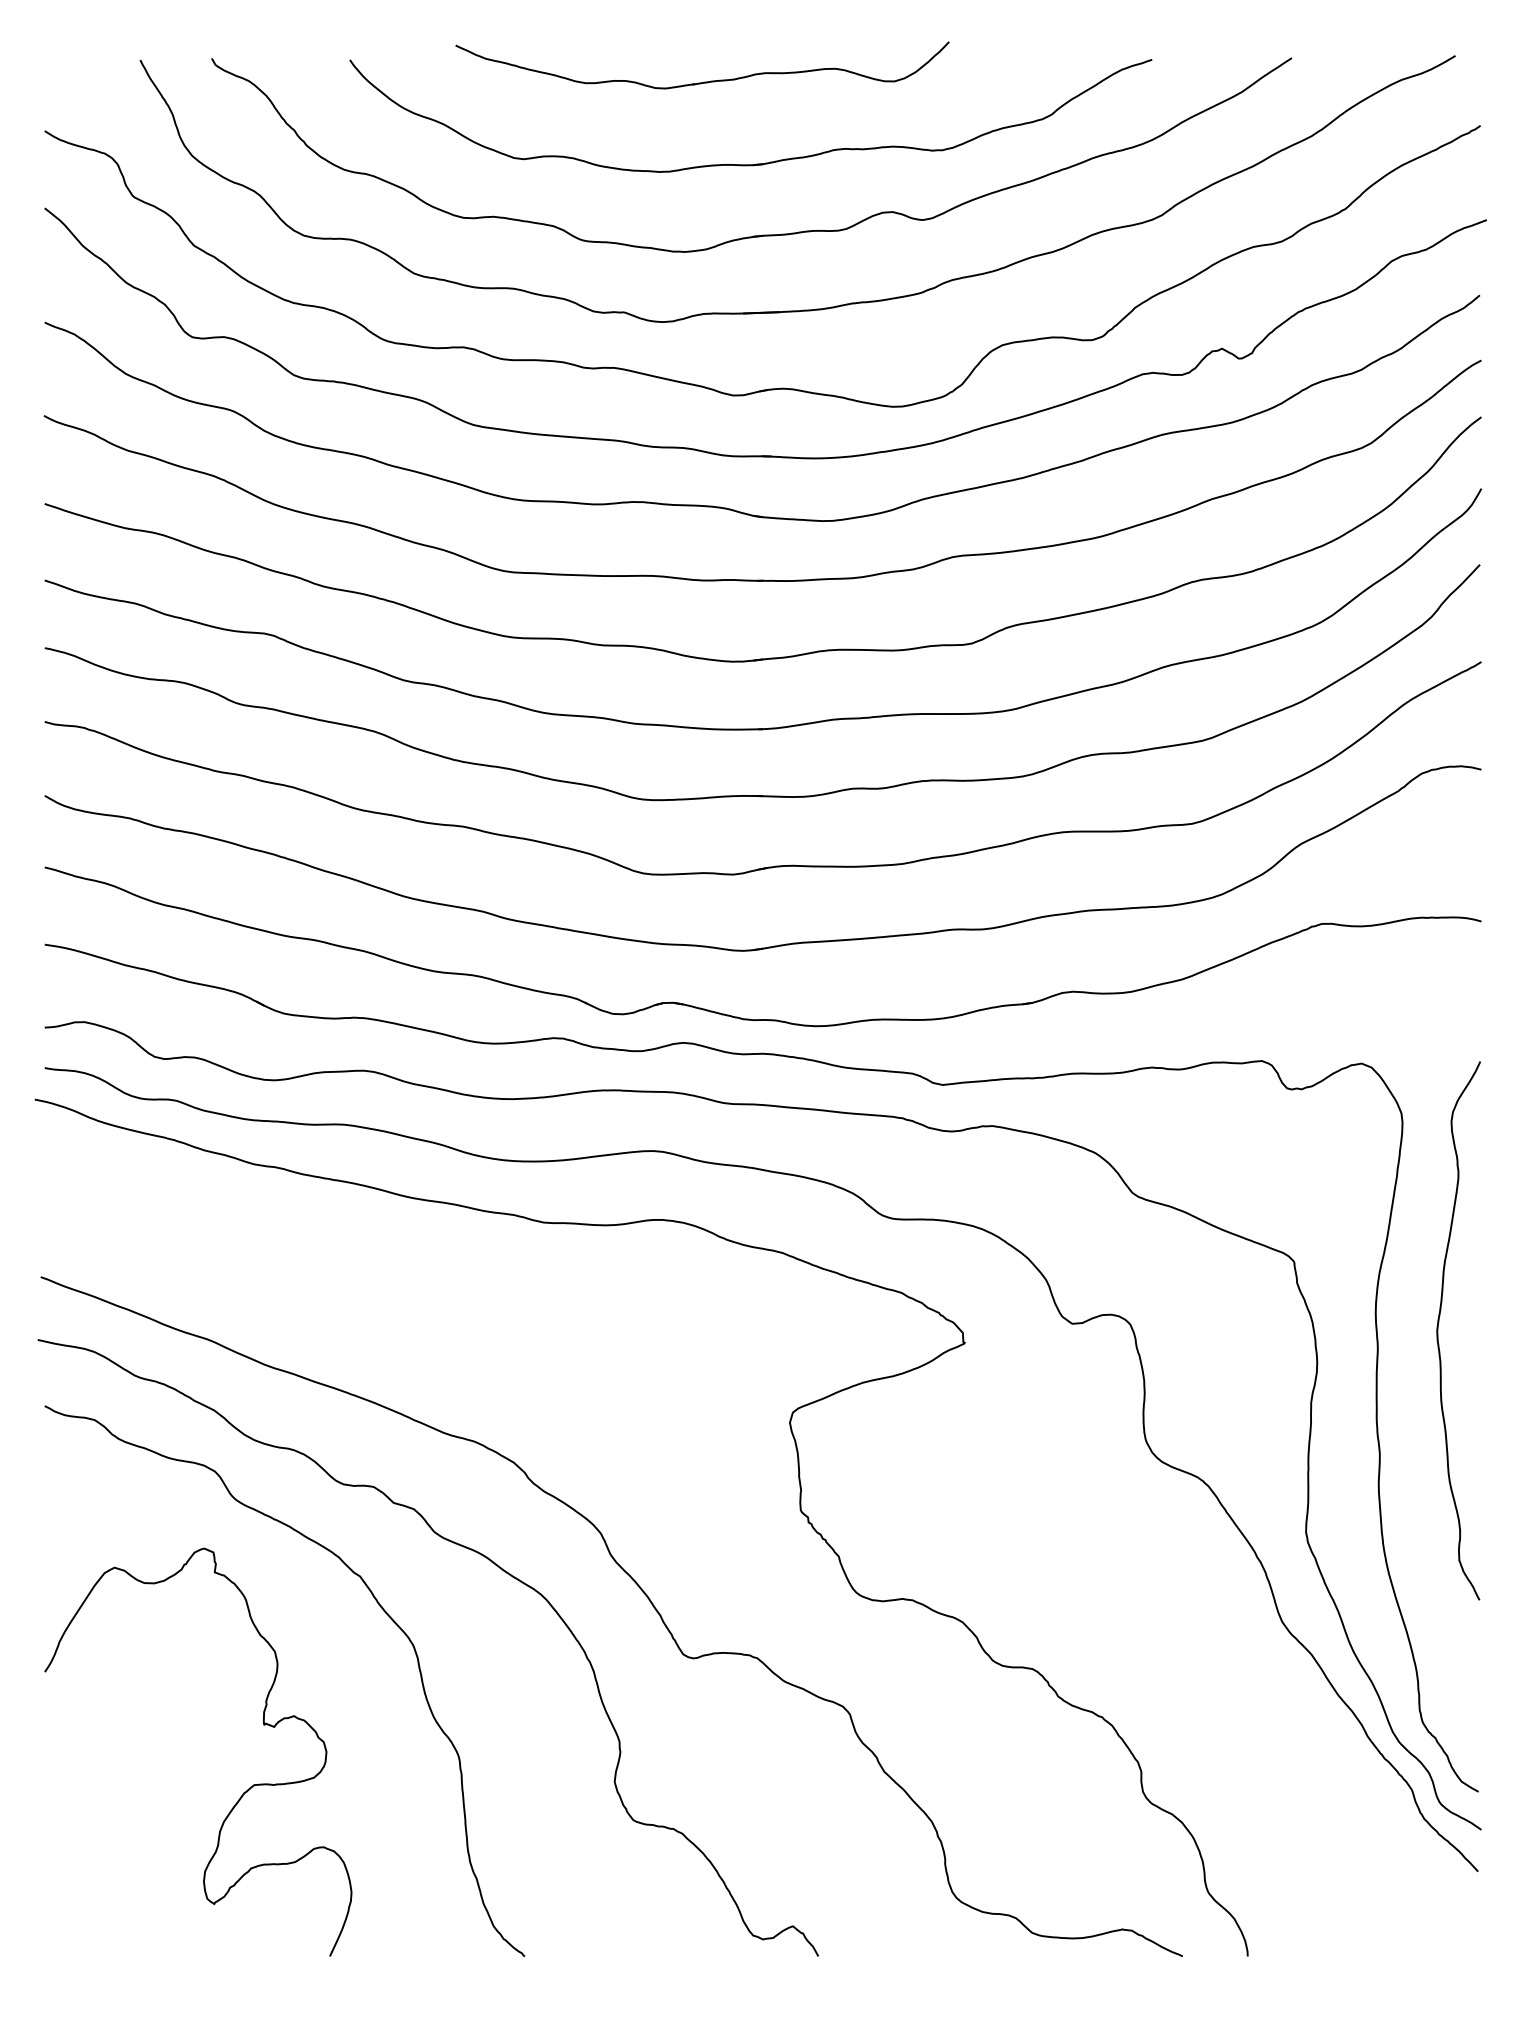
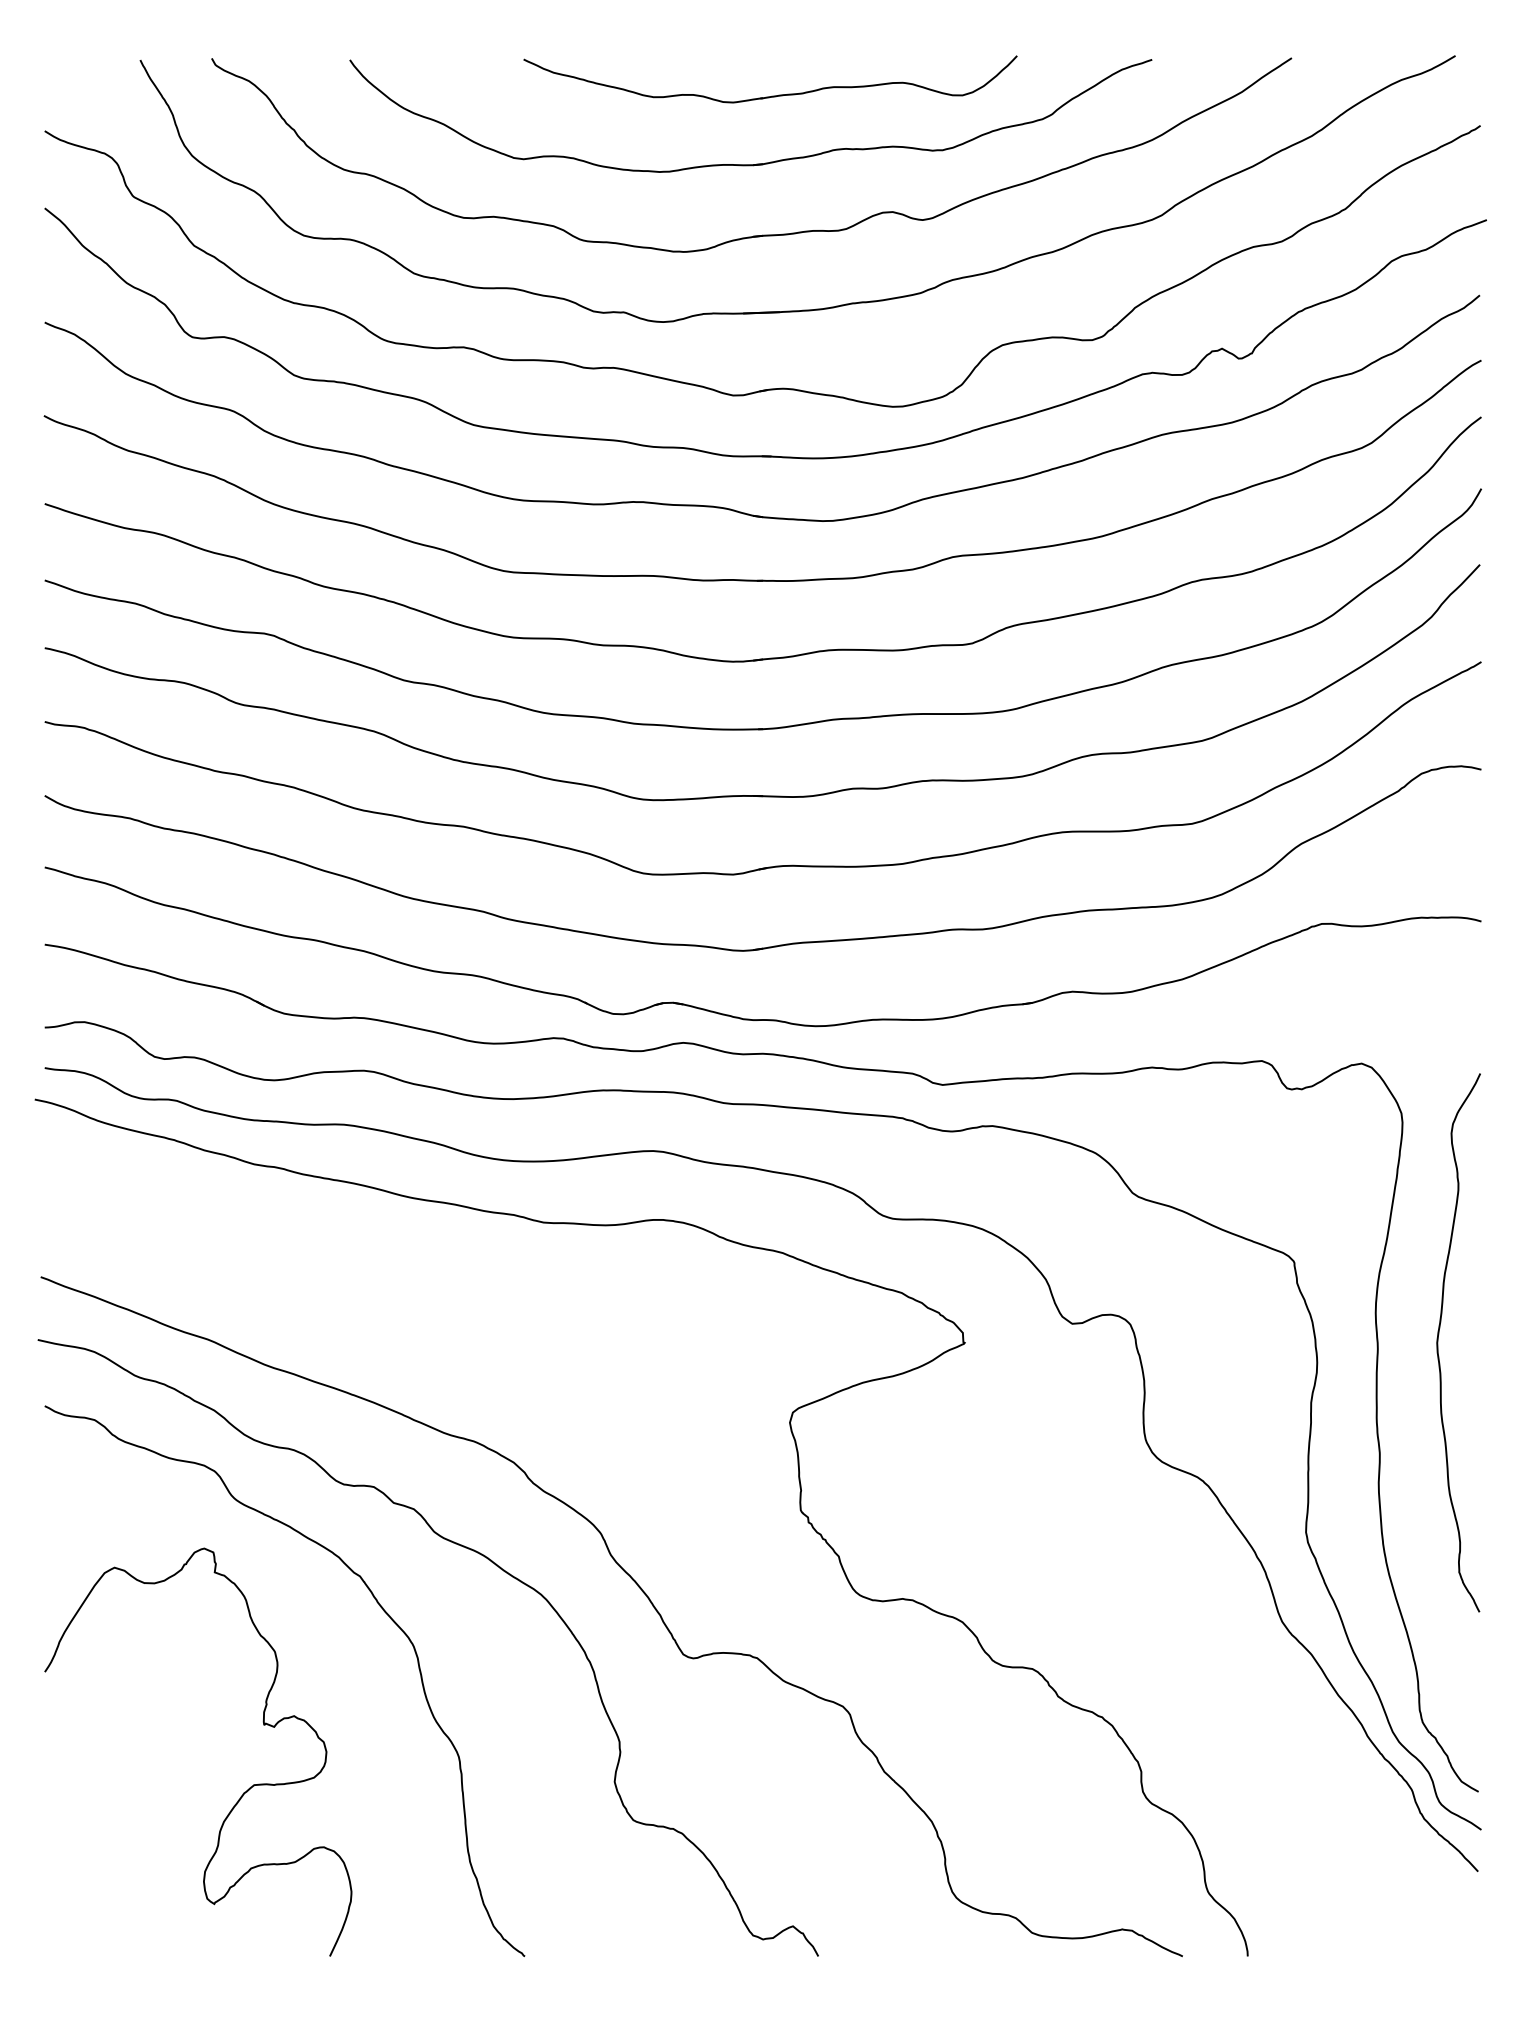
part at (704, 81) position: (704, 81) -> (772, 95)
curve at (1438, 1330) position: (1438, 1330) -> (1438, 1342)
